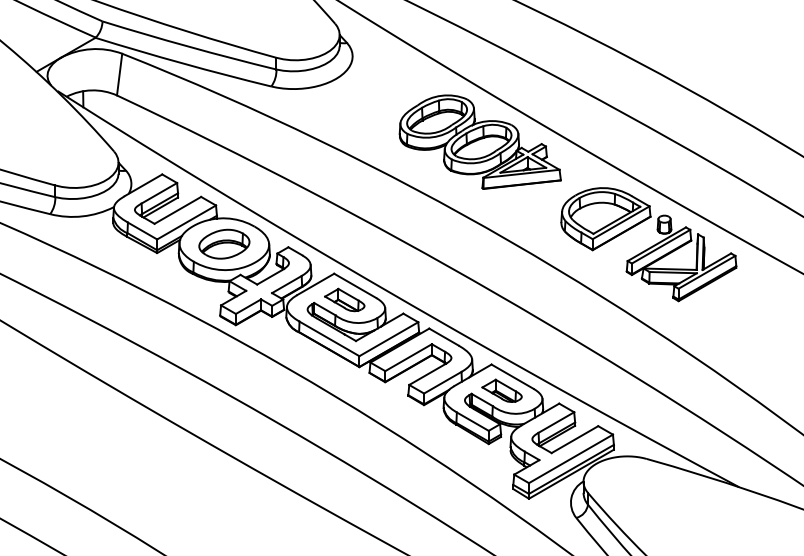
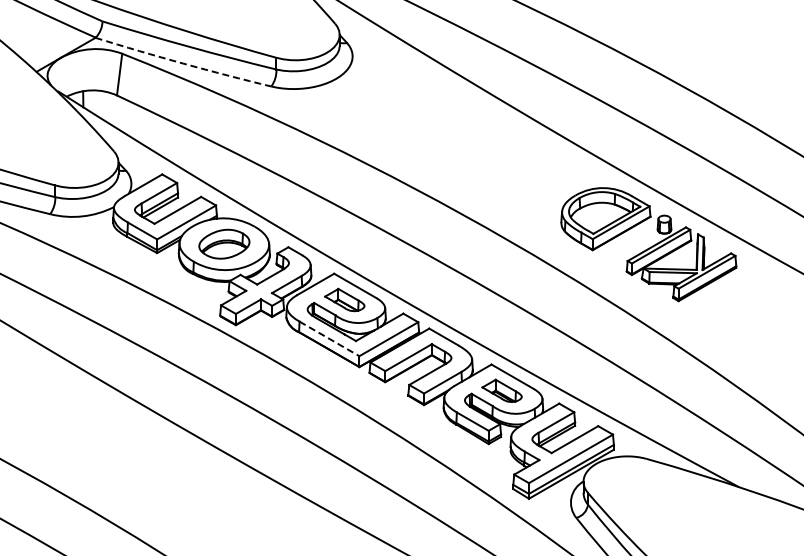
arc at (183, 63): solid -> dashed
part at (479, 141): present -> none
line at (329, 338): solid -> dashed
